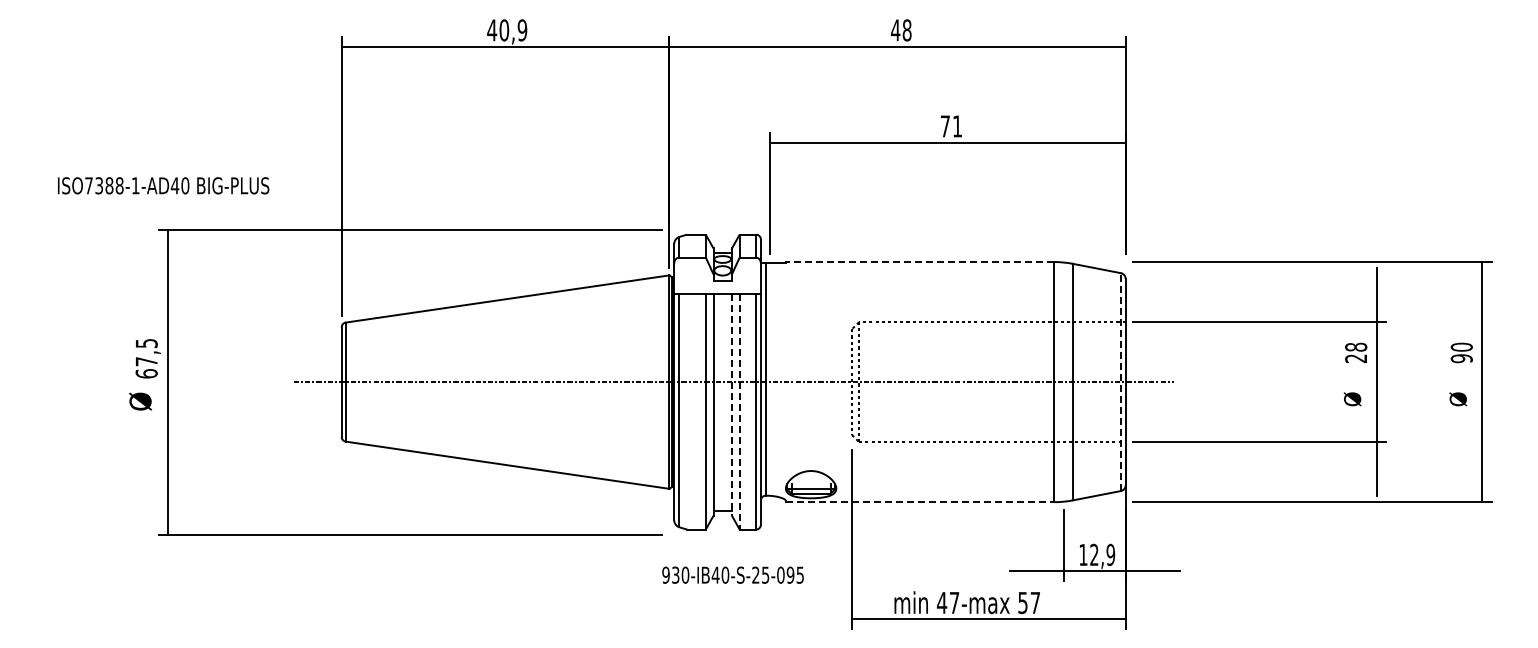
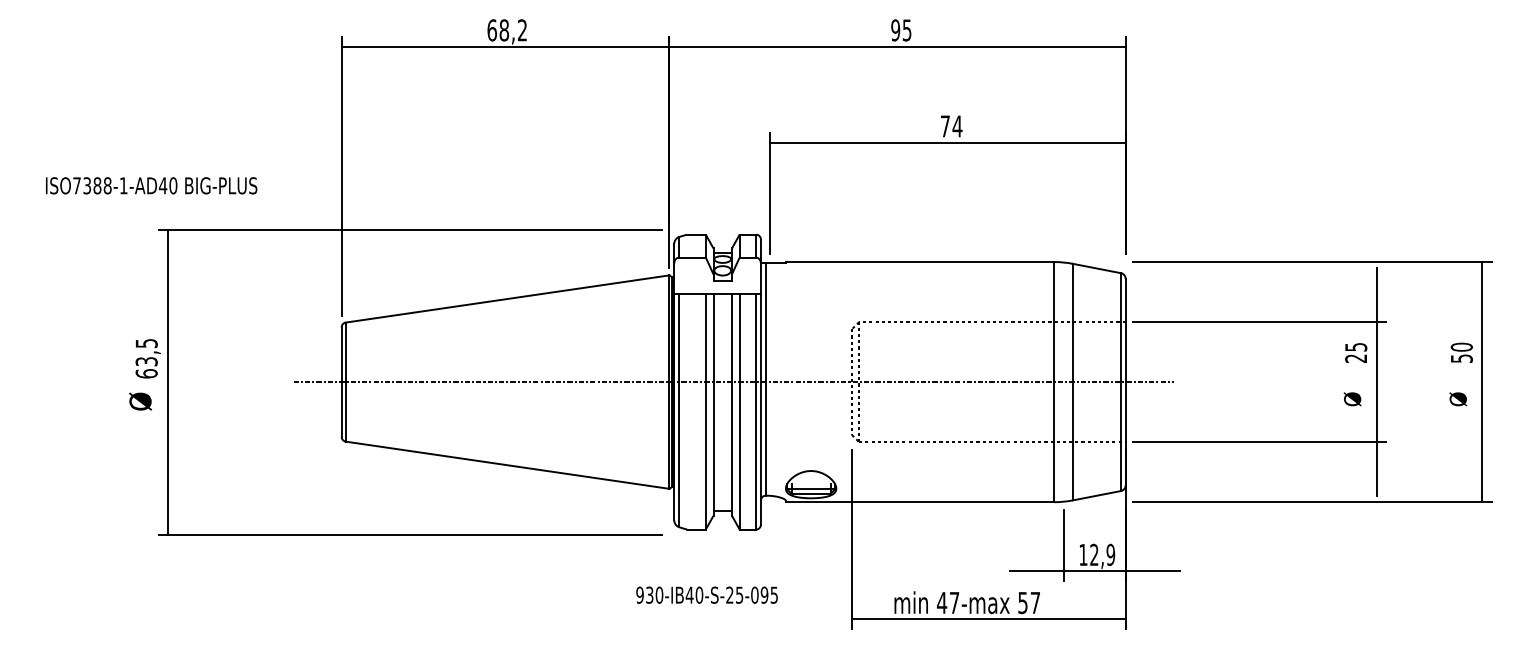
text at (507, 30): 40,9 -> 68,2
text at (901, 30): 48 -> 95
text at (957, 126): 71 -> 74
text at (163, 185) position: (163, 185) -> (151, 185)
line at (919, 262): dashed -> solid
text at (1356, 346): 28 -> 25
text at (1461, 358): 90 -> 50
text at (146, 361): 67,5 -> 63,5
line at (1121, 382): dashed -> solid
line at (732, 404): dashed -> solid
line at (739, 411): dashed -> solid
line at (920, 502): dashed -> solid
text at (732, 574) position: (732, 574) -> (706, 594)
